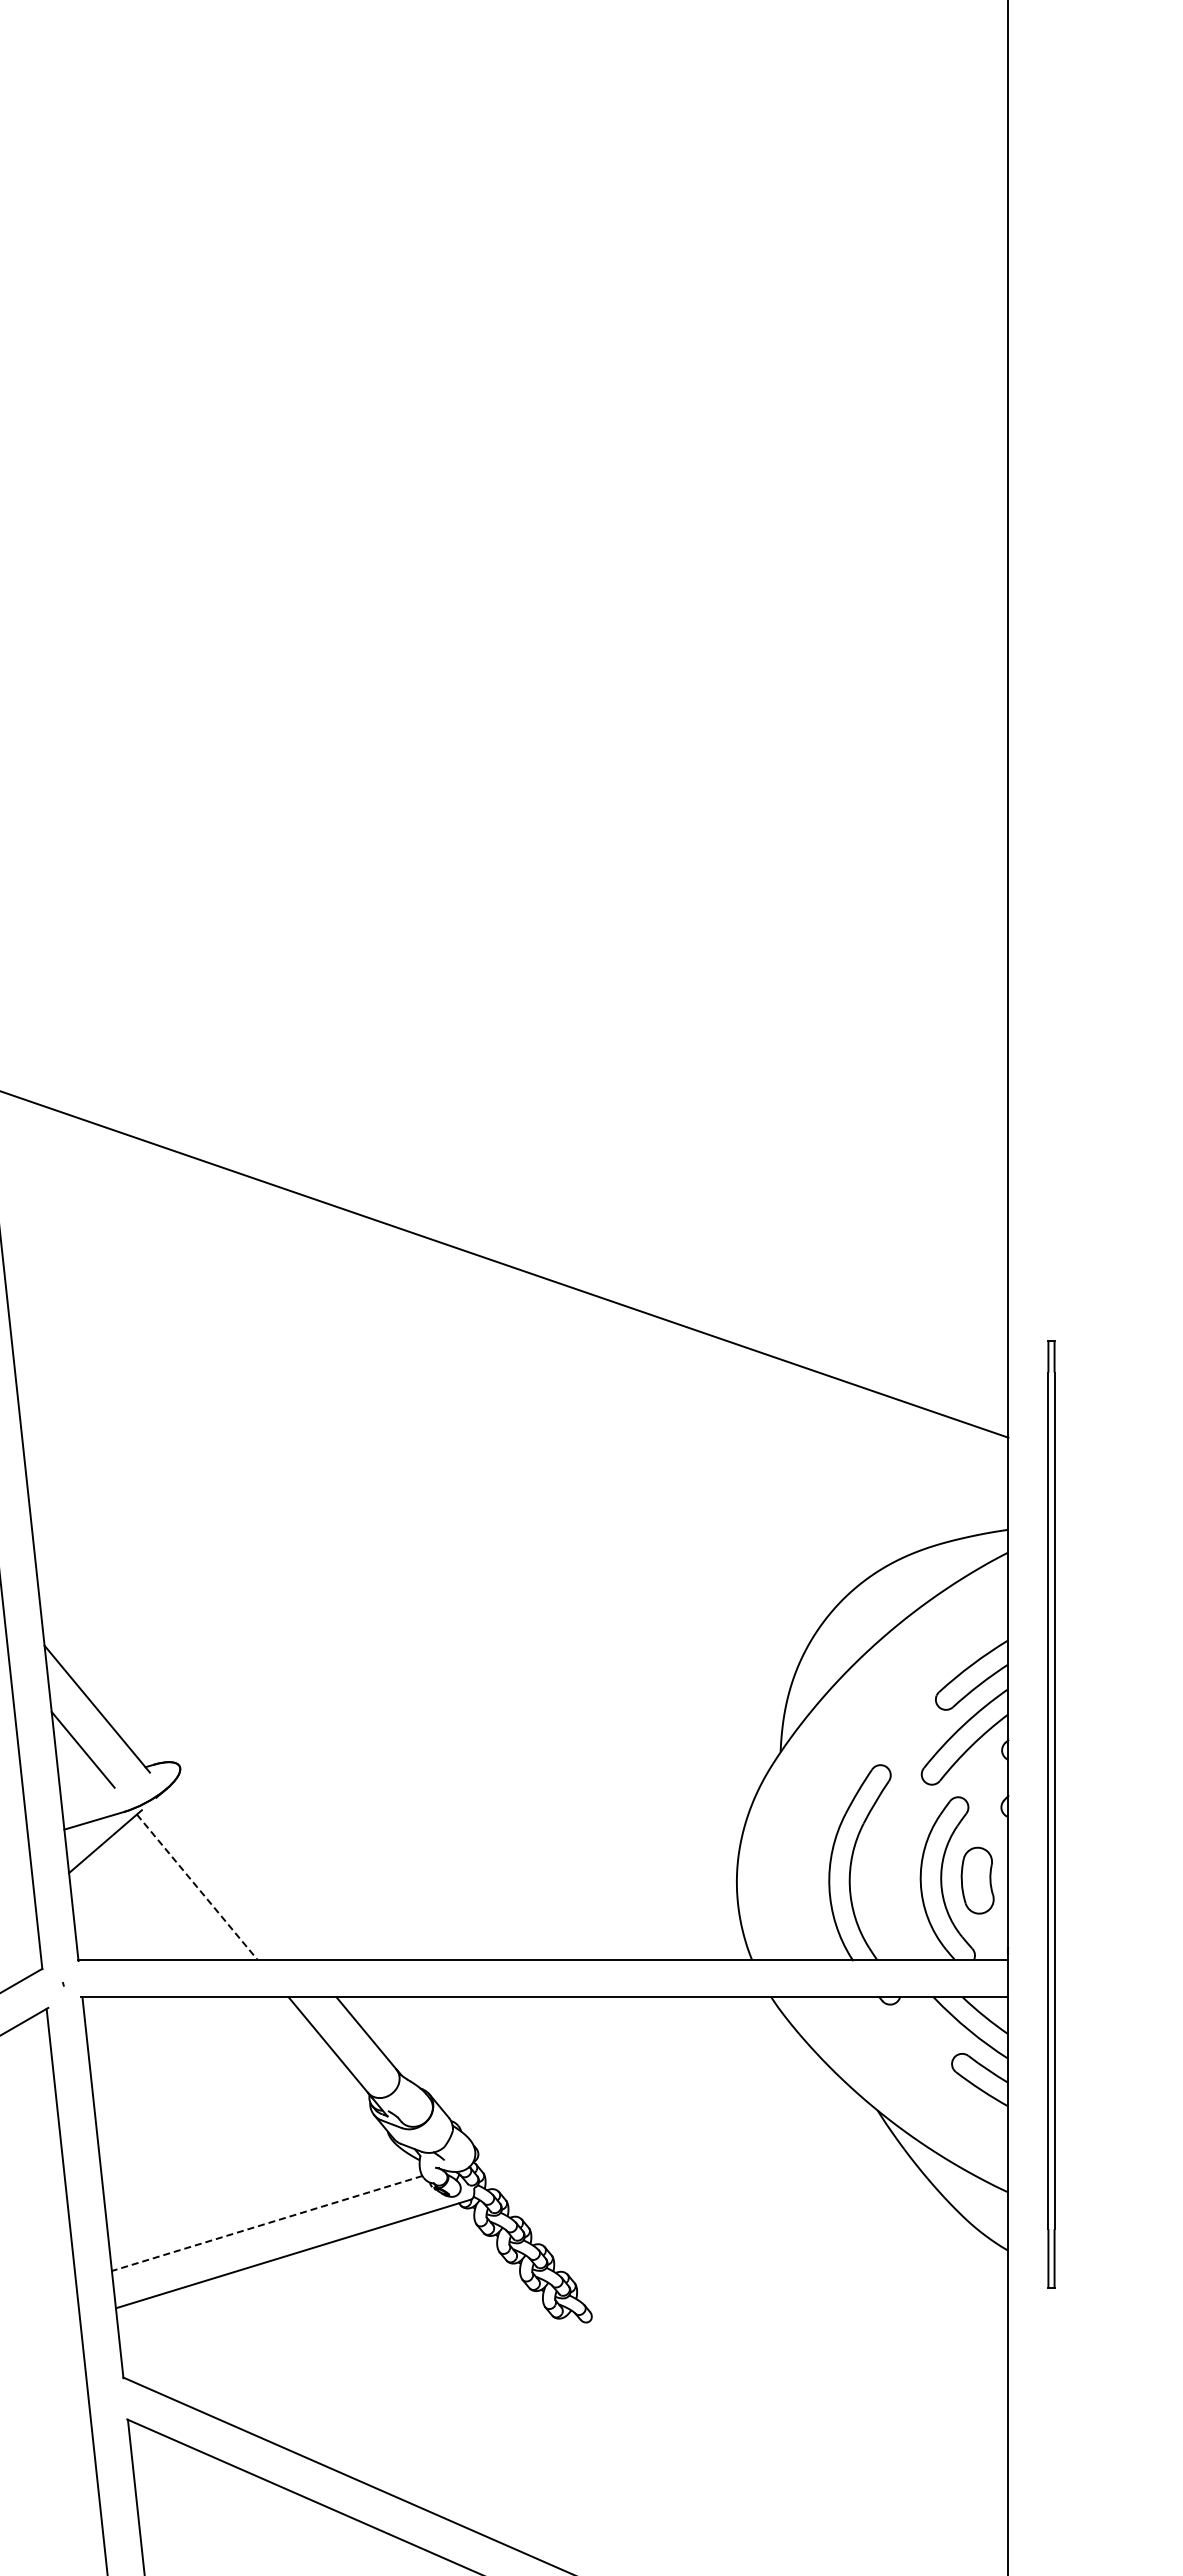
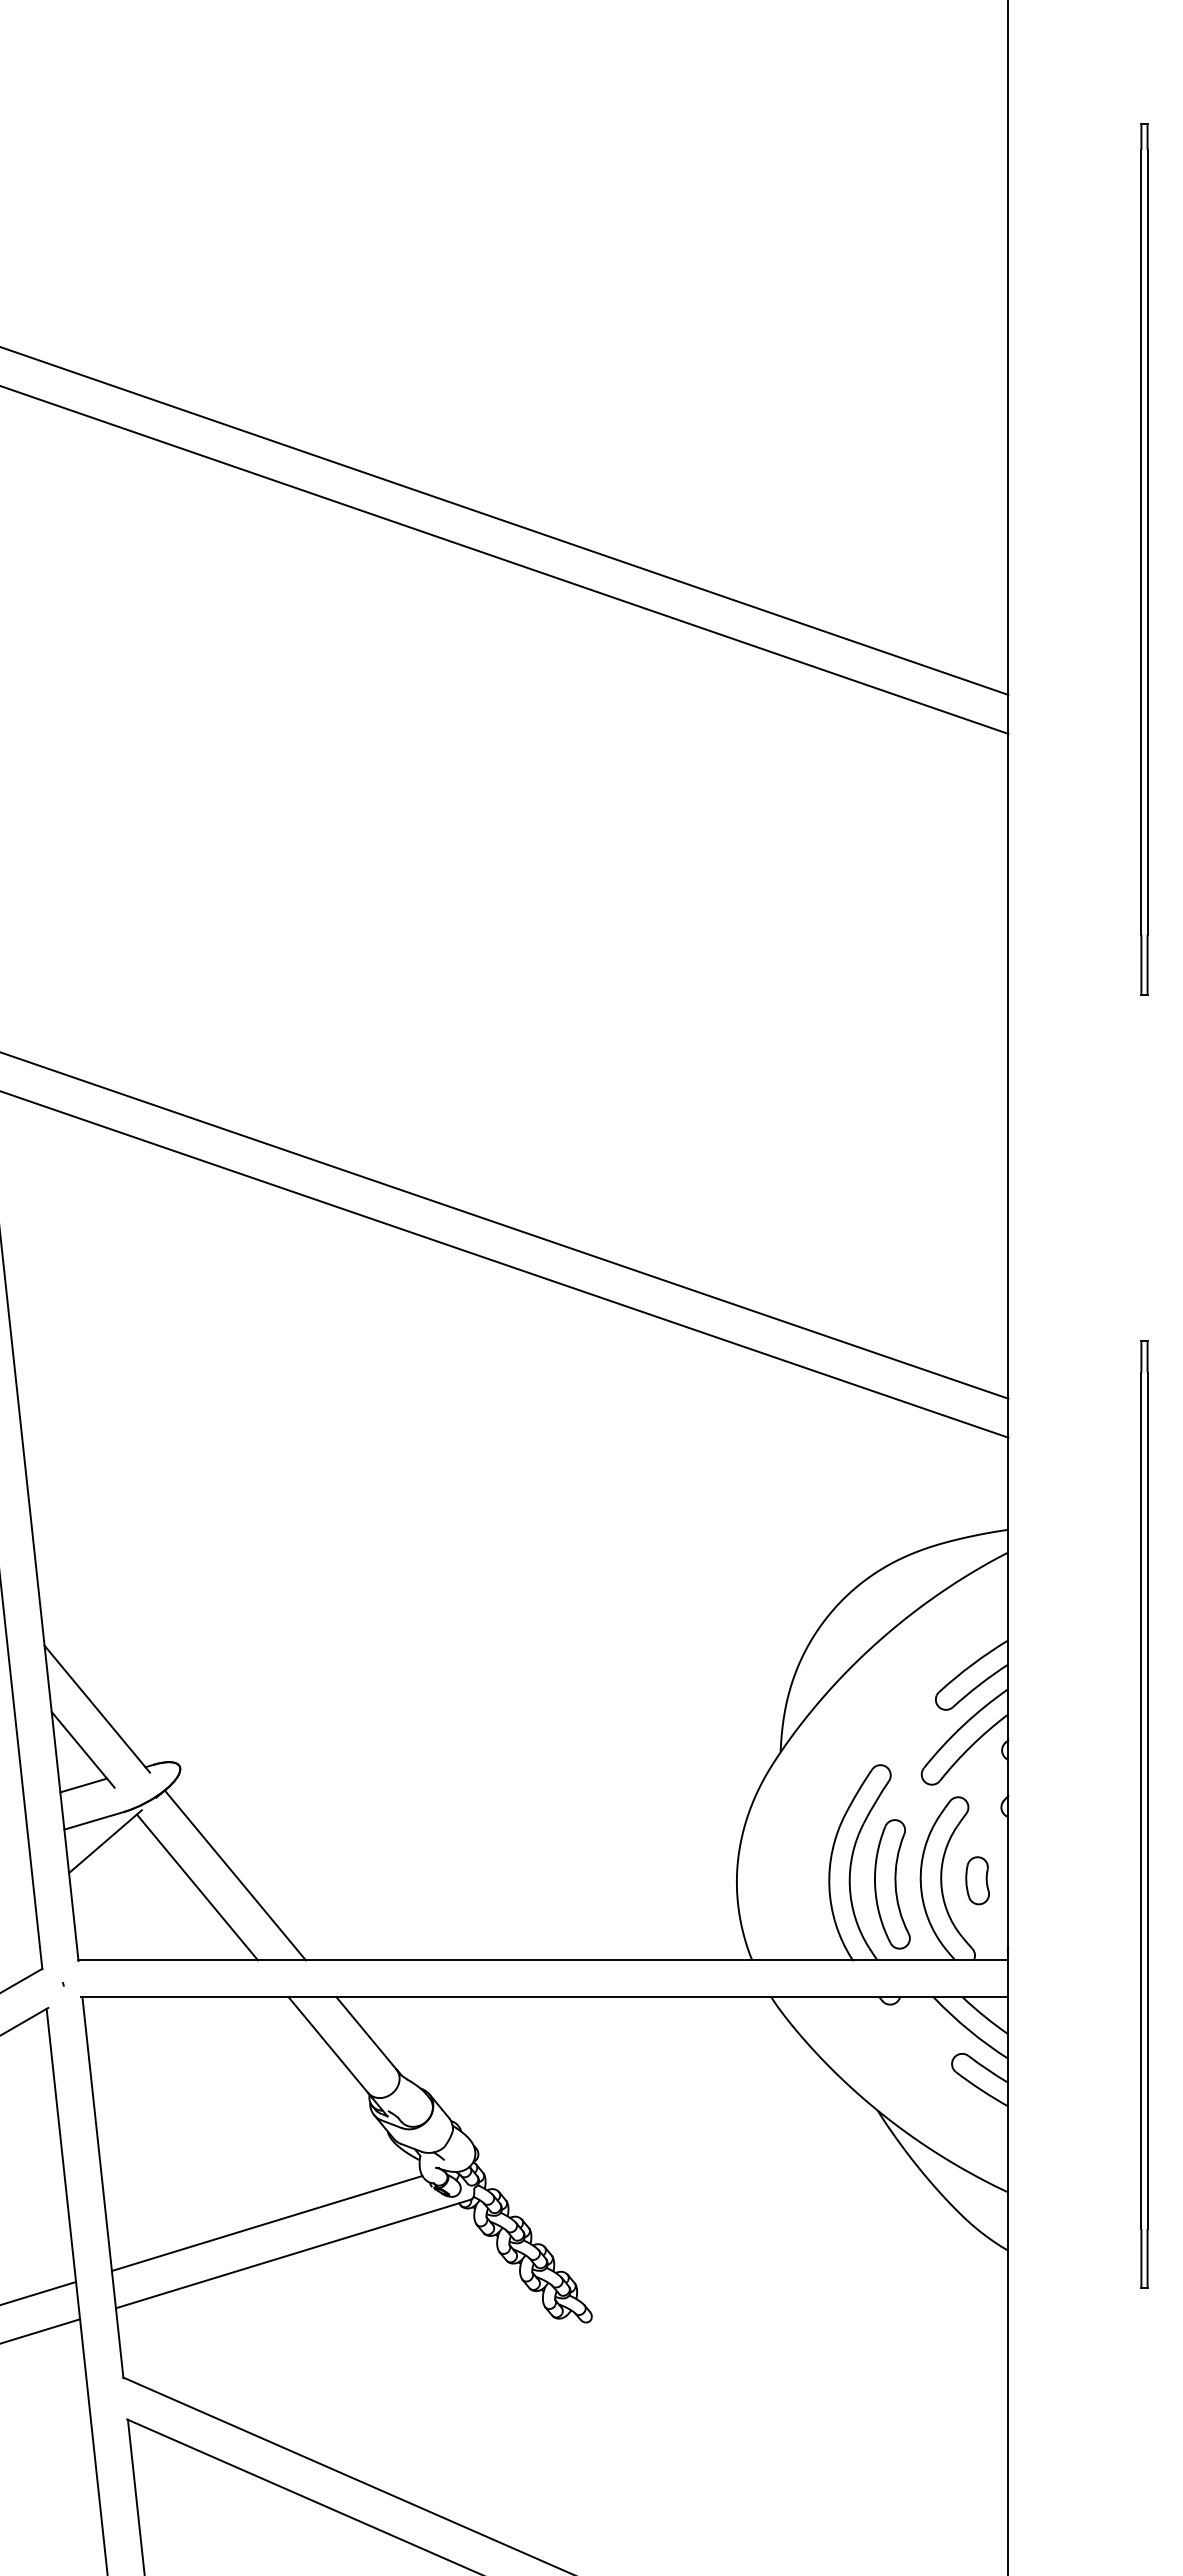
line at (505, 520): none -> present
line at (505, 559): none -> present
part at (1144, 559): none -> present
line at (505, 1225): none -> present
line at (83, 1785): none -> present
part at (1051, 1814) position: (1051, 1814) -> (1144, 1814)
line at (234, 1875): none -> present
part at (977, 1880) size: 35x69 px -> 25x50 px
part at (892, 1884): none -> present
line at (197, 1887): dashed -> solid
line at (266, 2223): dashed -> solid
line at (39, 2292): none -> present
line at (41, 2330): none -> present
